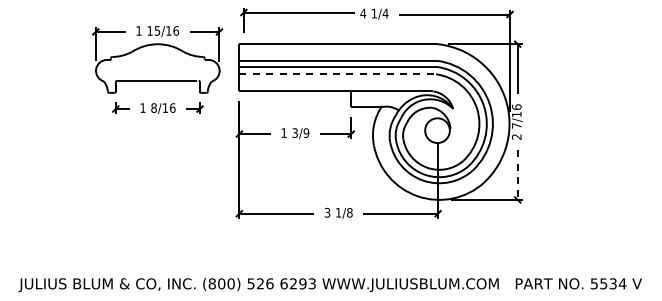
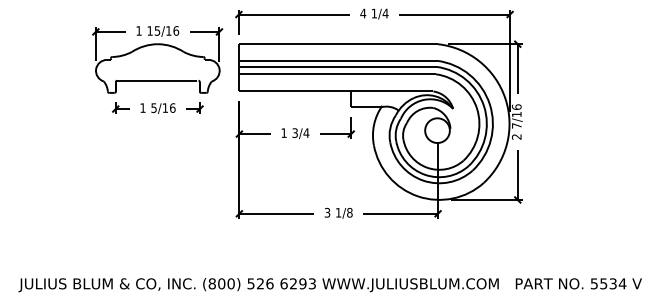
part at (297, 13) position: (297, 13) -> (292, 15)
line at (338, 74): dashed -> solid
text at (153, 107): 8/16 -> 5/16
text at (306, 132): 3/9 -> 3/4
line at (517, 175): dashed -> solid
